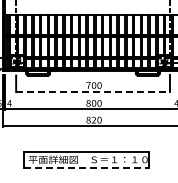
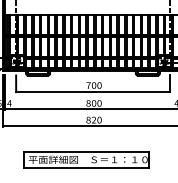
line at (92, 91): dashed -> solid
line at (86, 167): dashed -> solid
